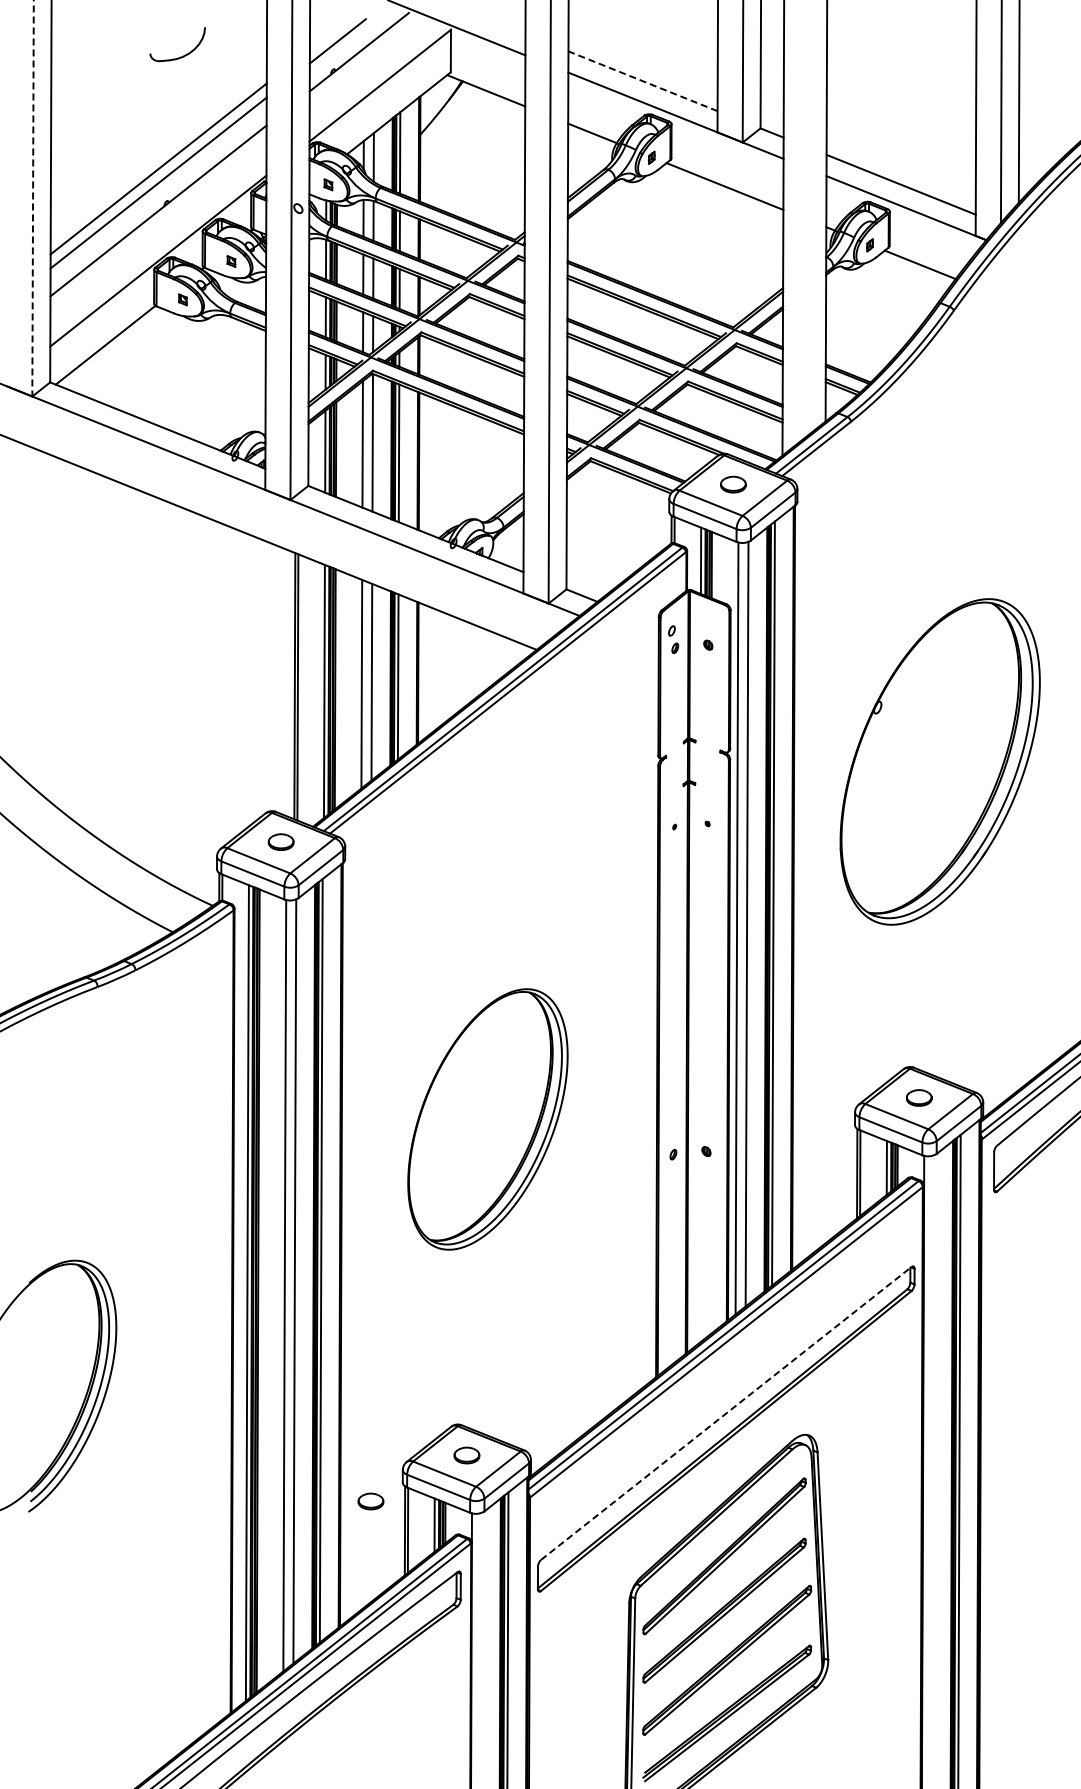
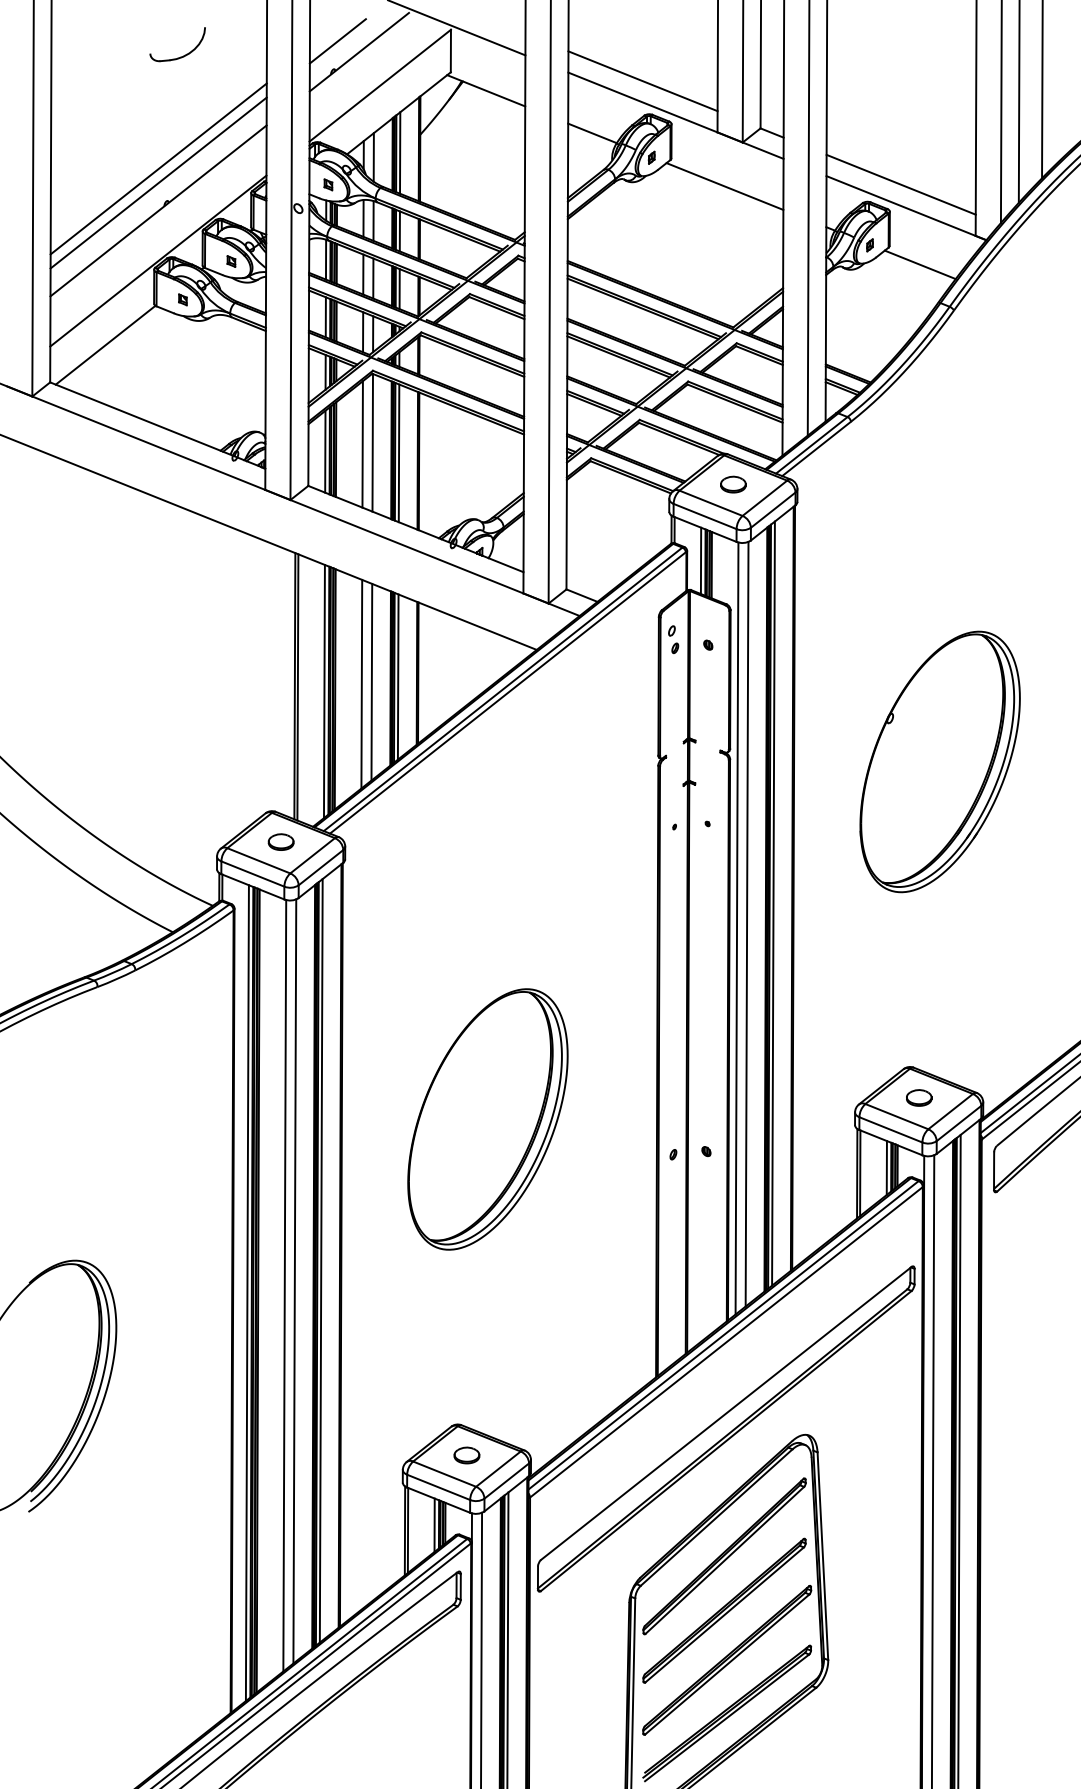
line at (642, 81): dashed -> solid
line at (1042, 90): none -> present
line at (33, 198): dashed -> solid
line at (808, 218): none -> present
part at (939, 761) size: 202x328 px -> 162x264 px
line at (726, 1413): dashed -> solid
line at (932, 1470): none -> present
part at (370, 1501): present -> none
line at (481, 1648): none -> present
